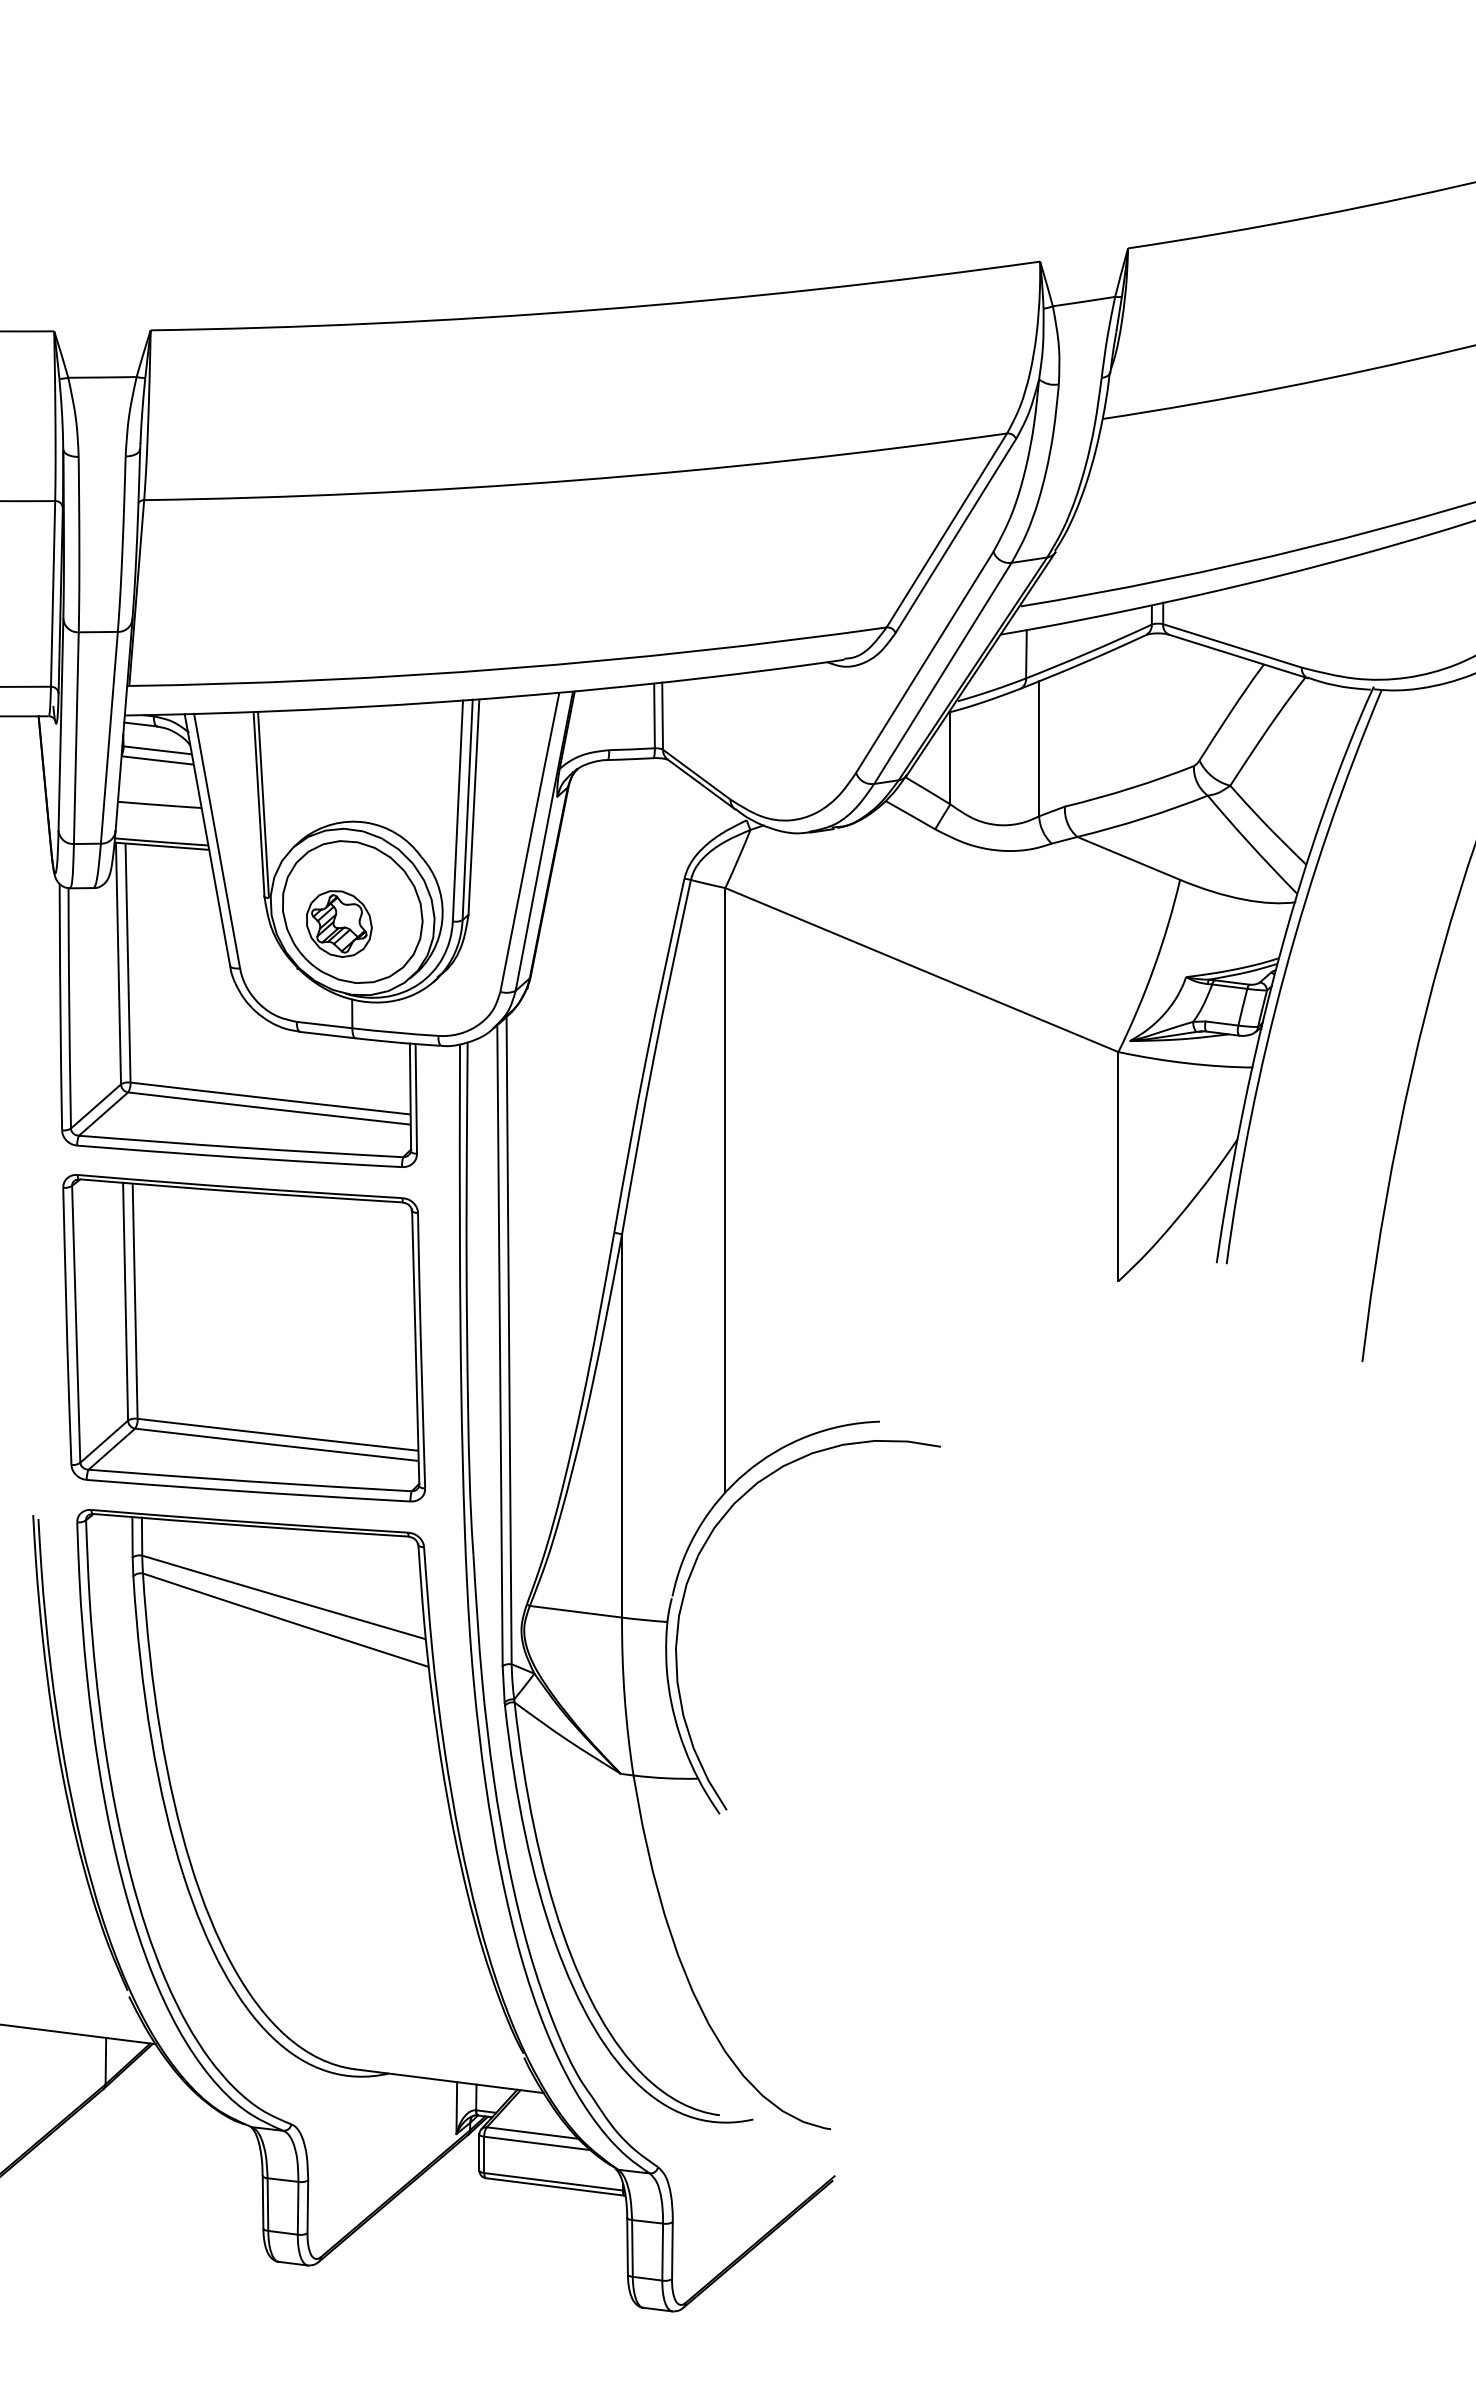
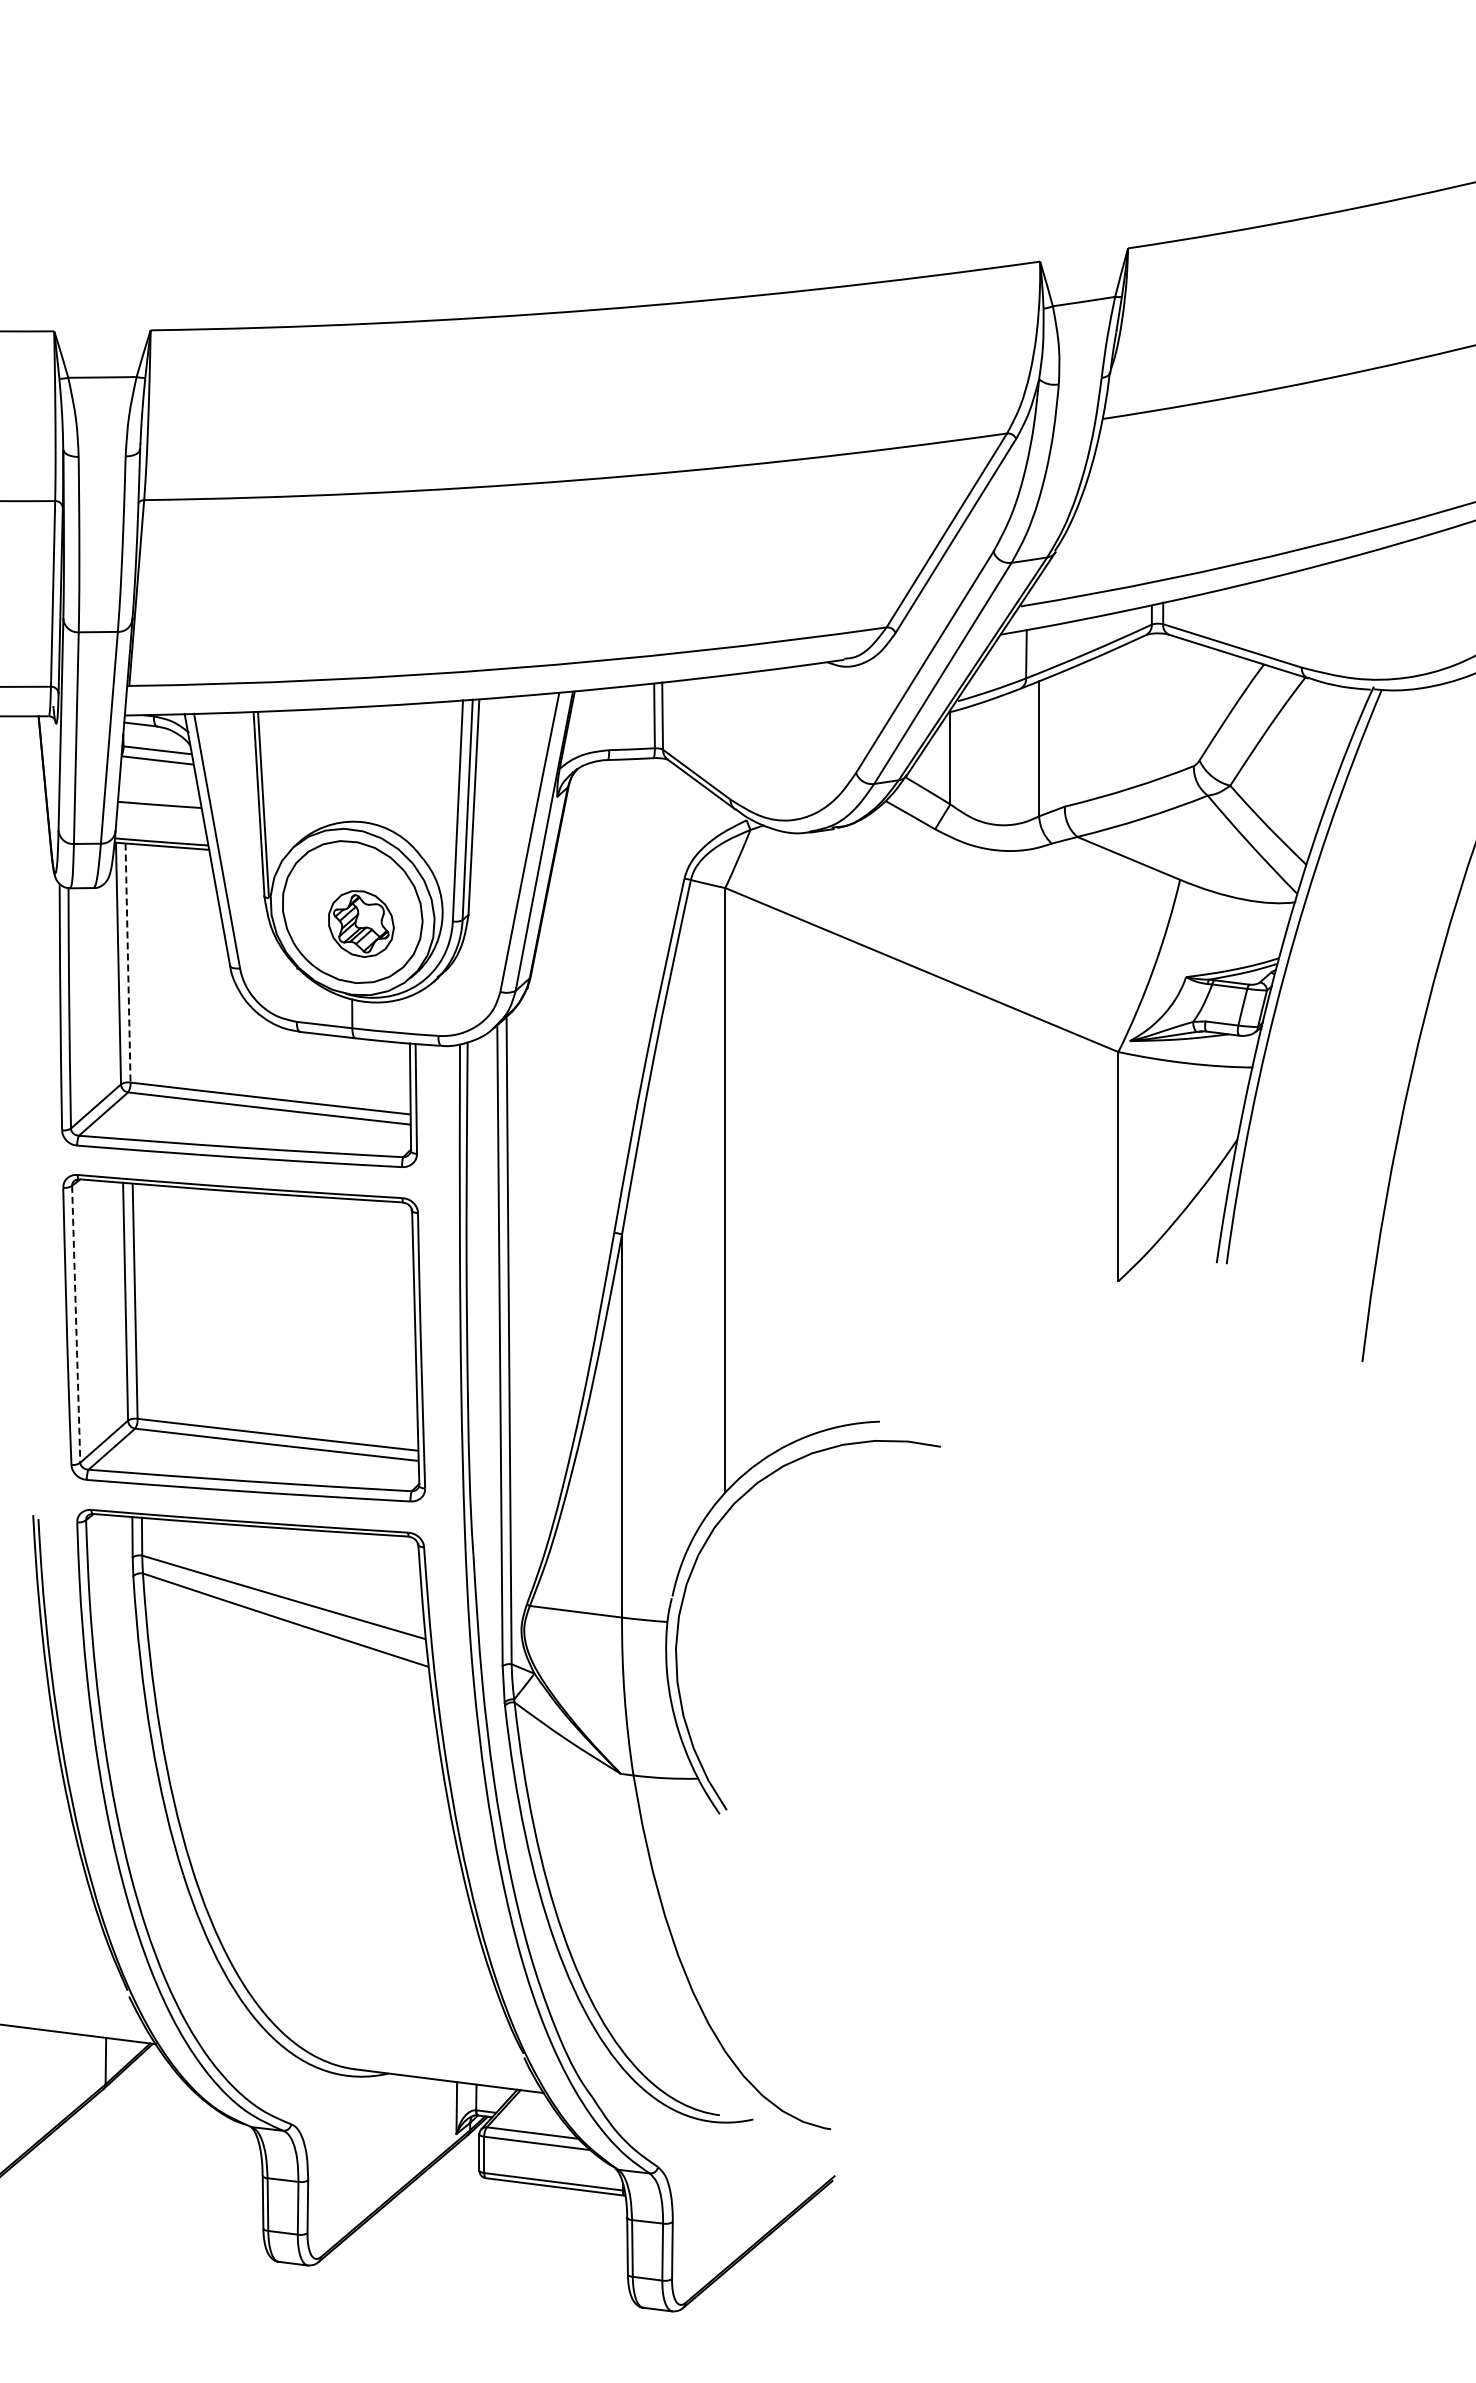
part at (339, 923) position: (339, 923) -> (361, 923)
line at (128, 963): solid -> dashed
line at (76, 1324): solid -> dashed
